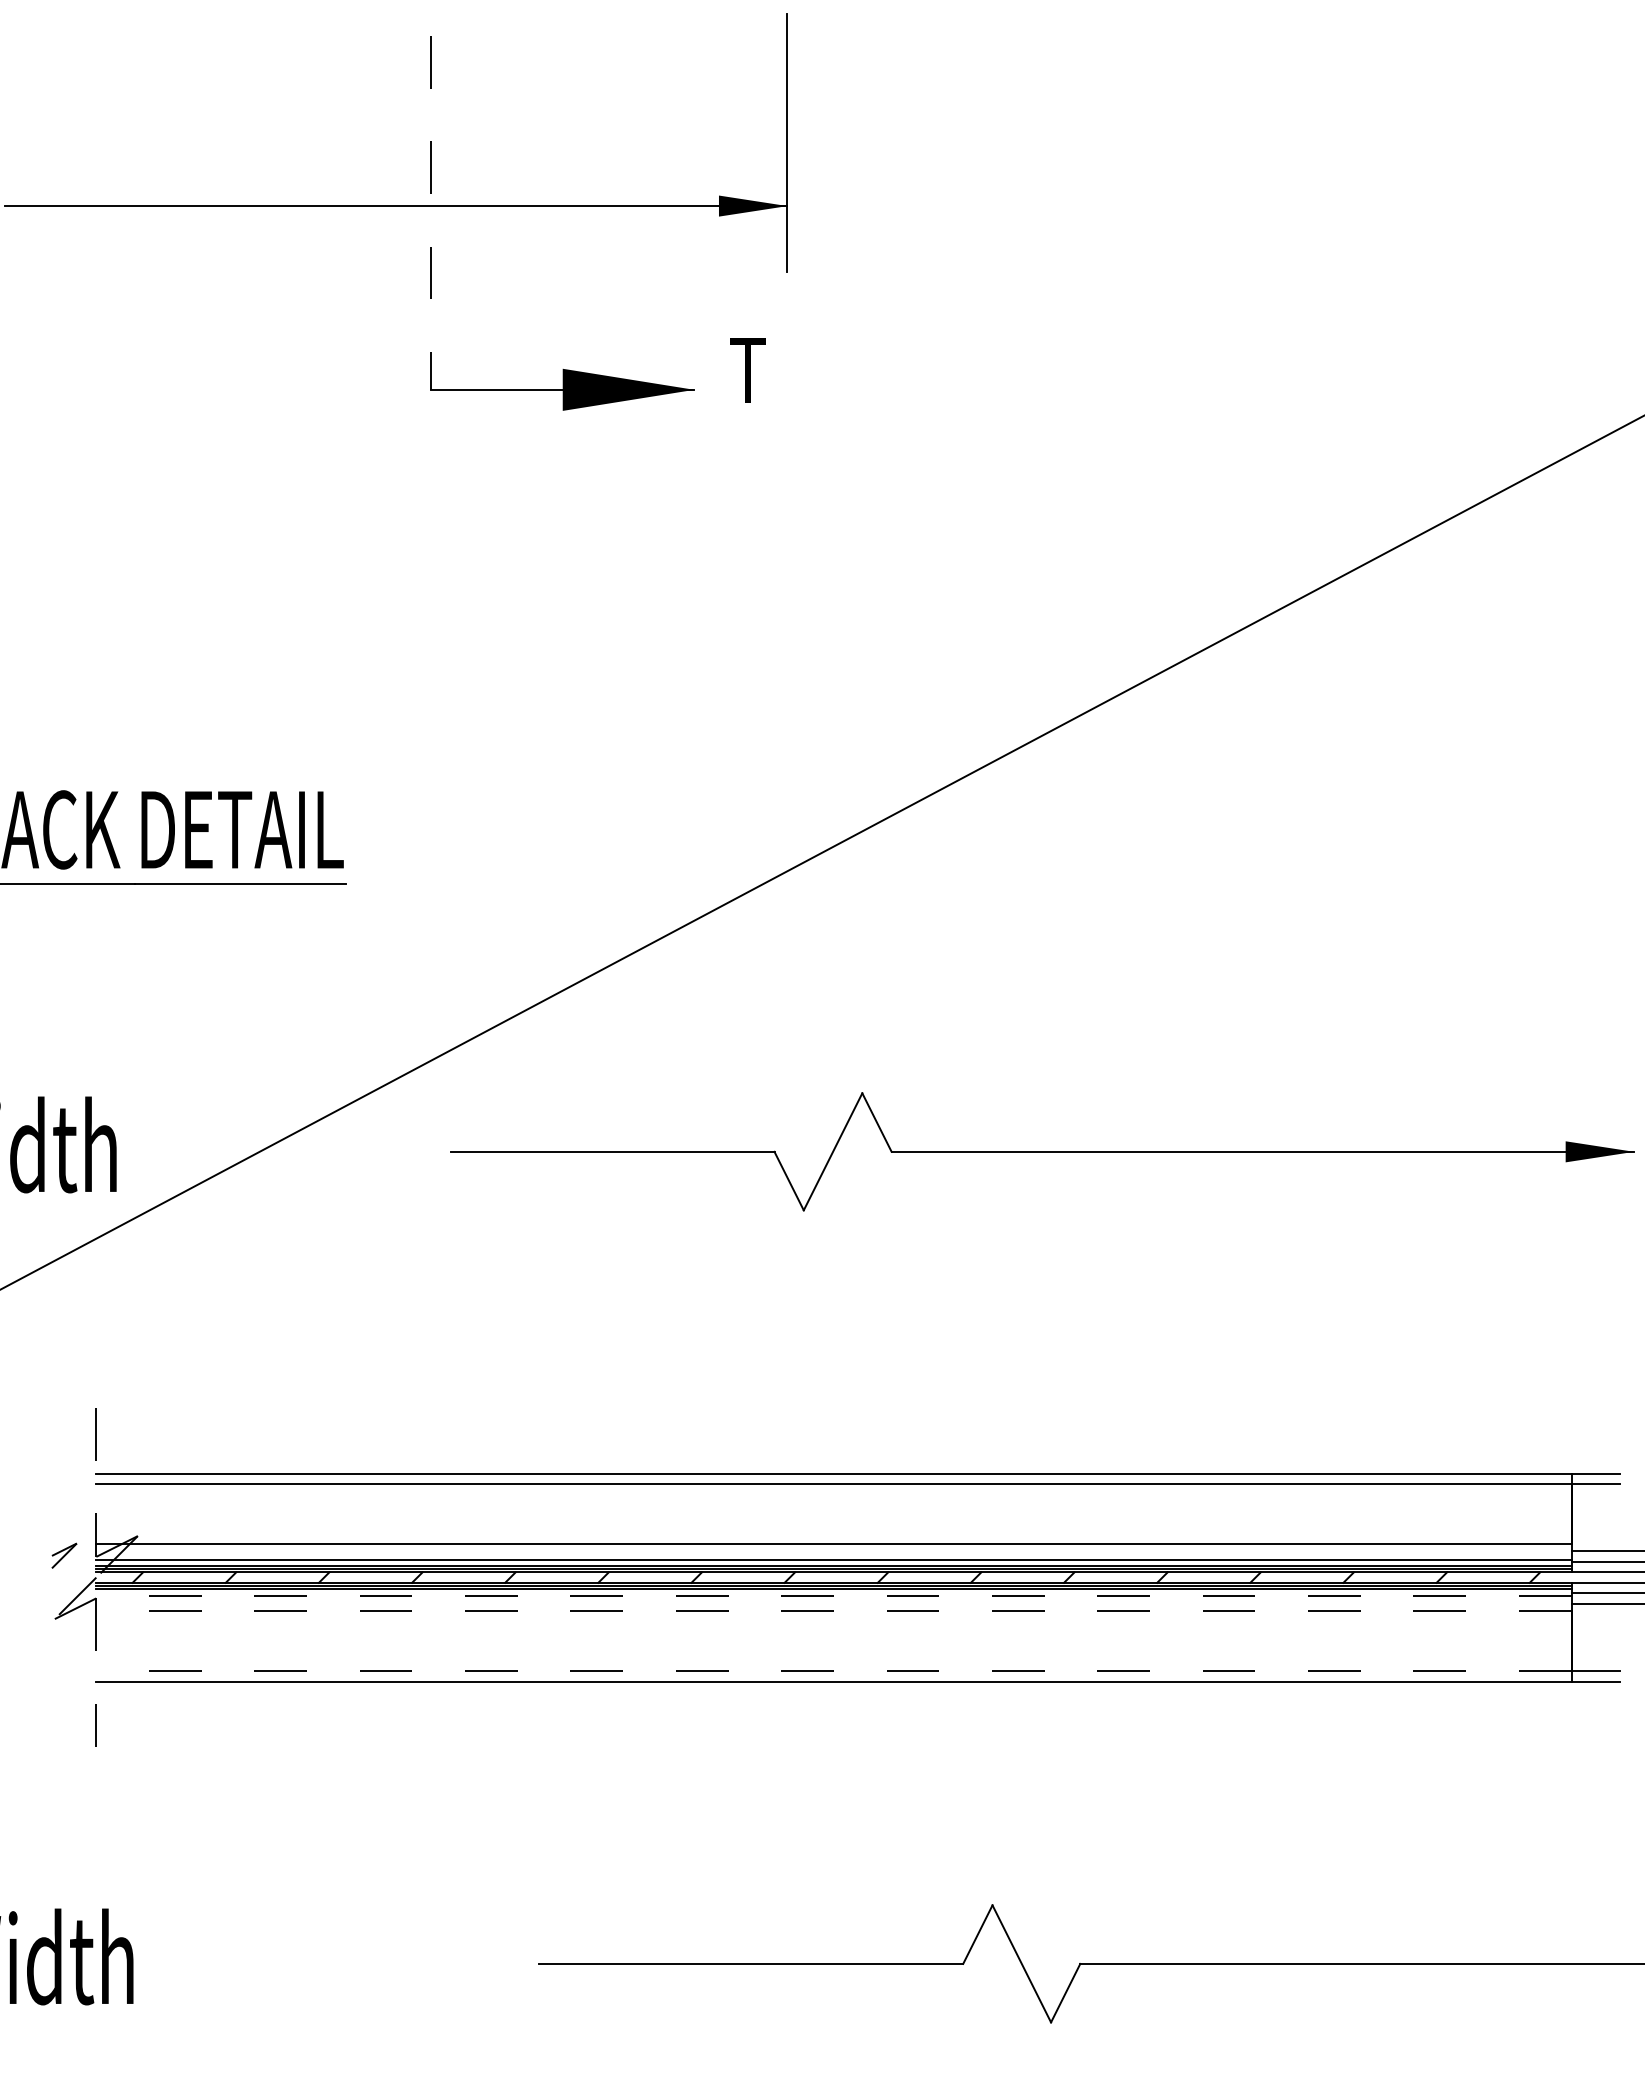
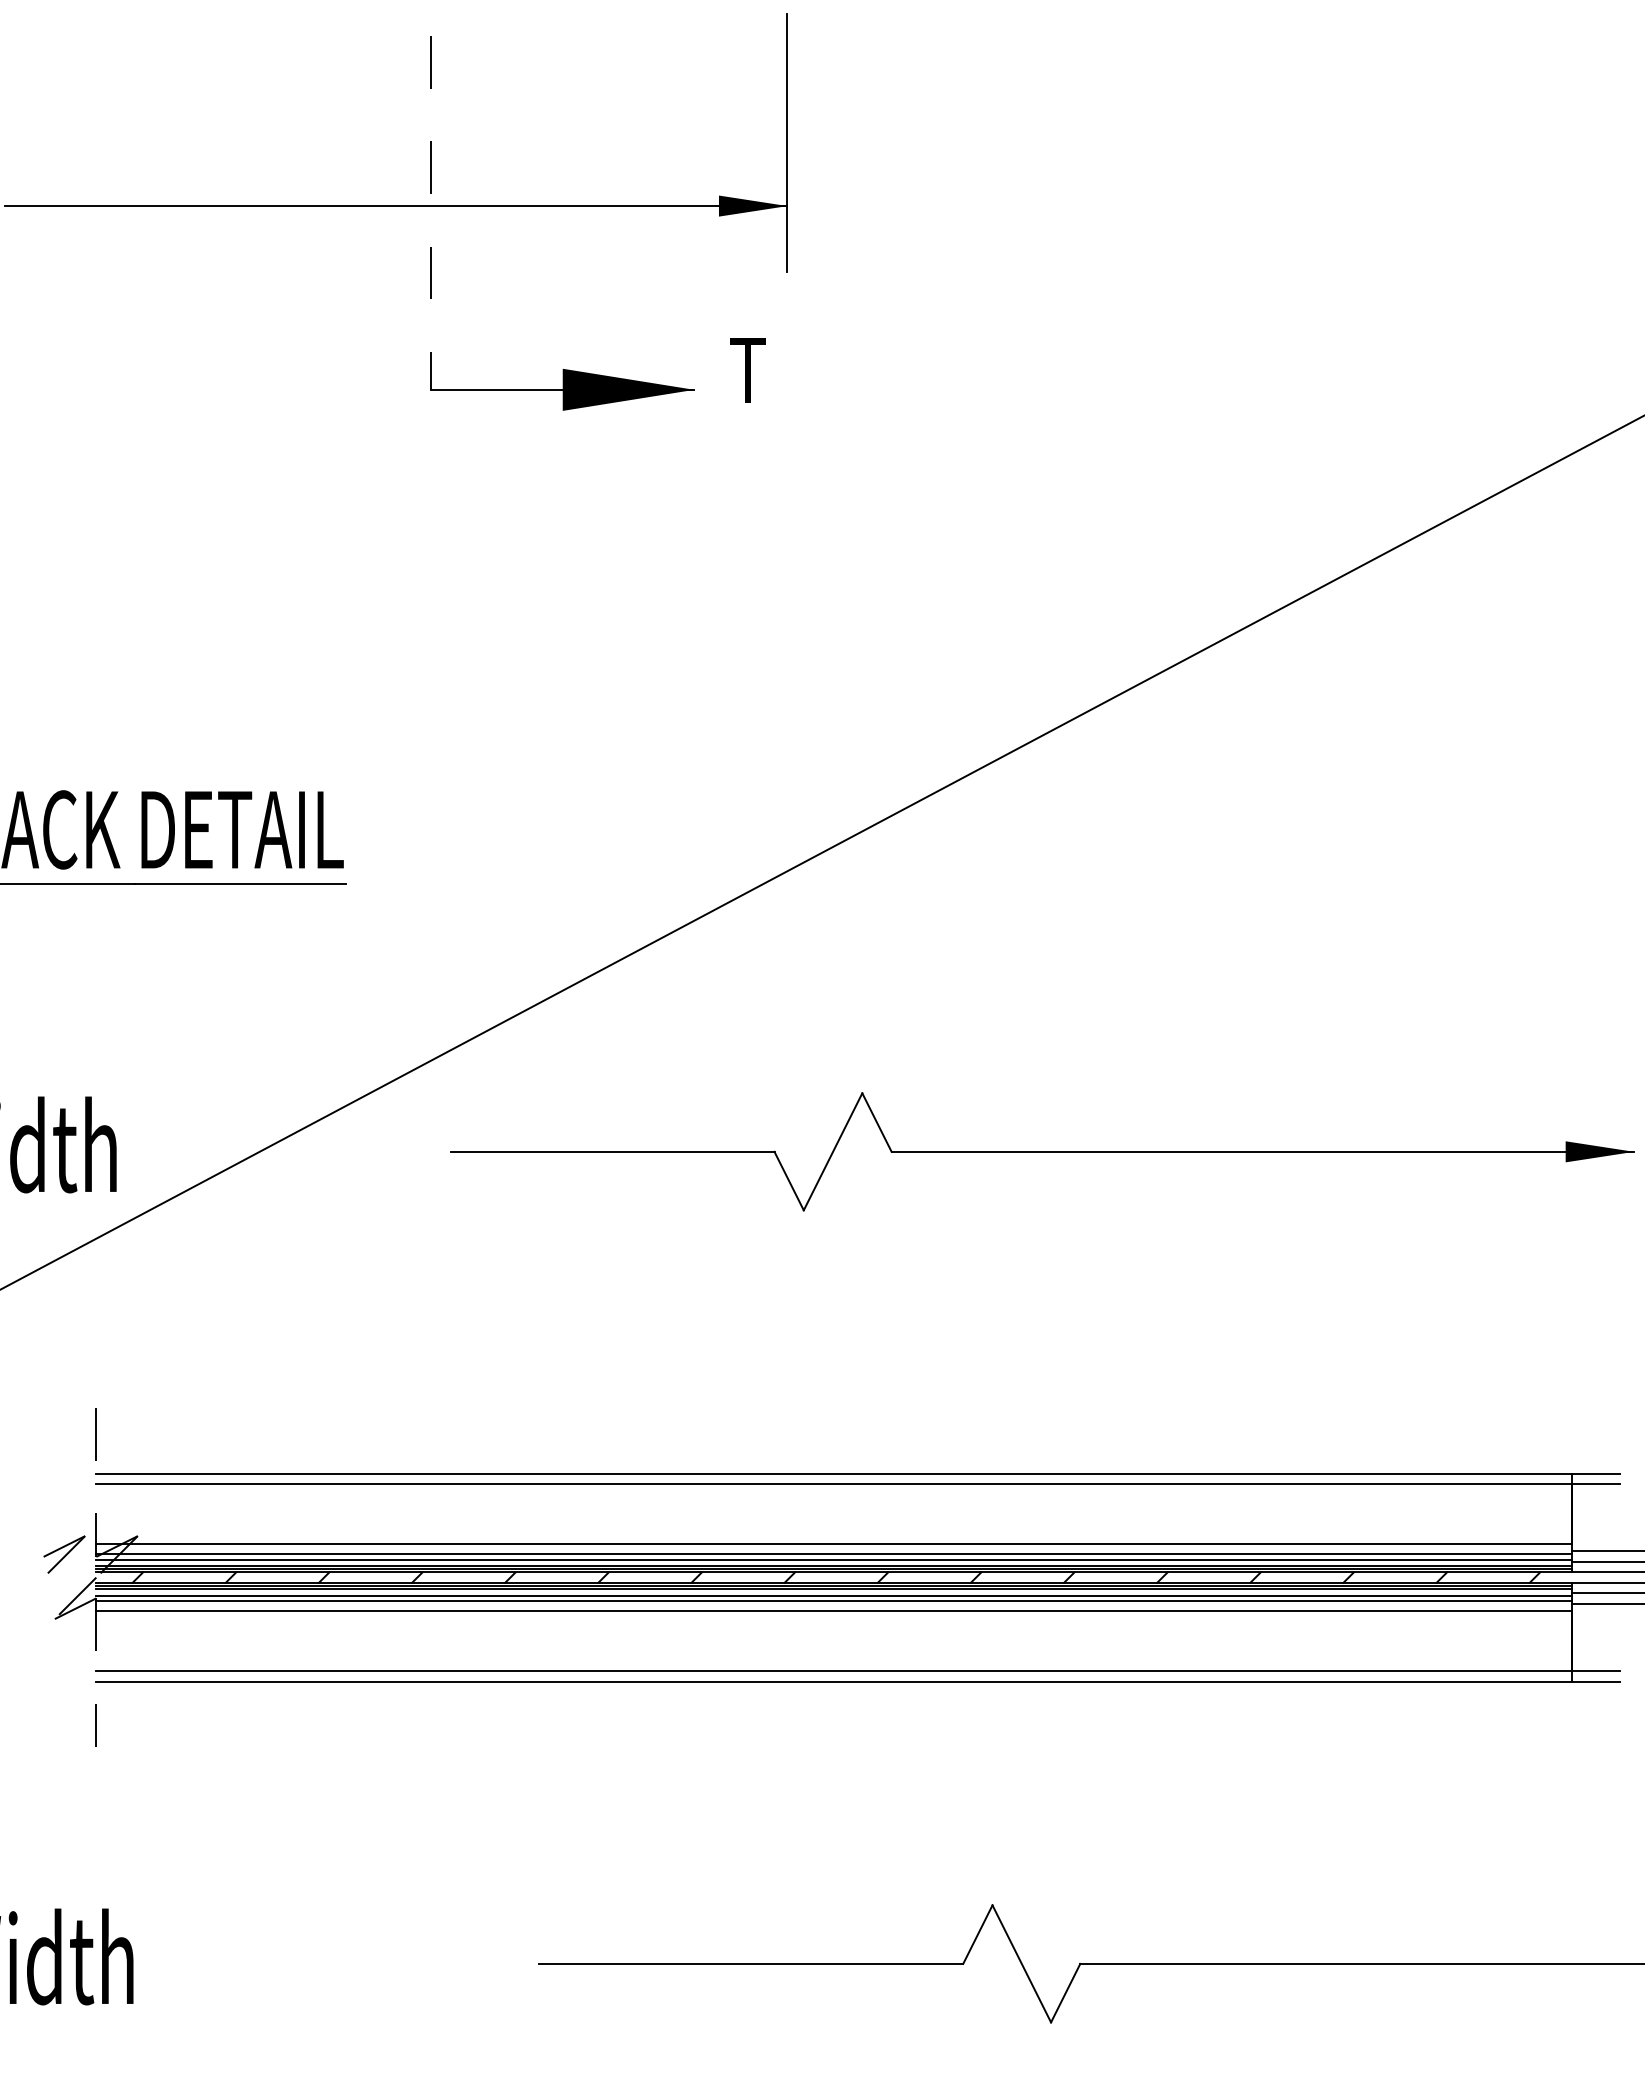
line at (833, 1554): none -> present
part at (64, 1555) size: 27x27 px -> 43x39 px
line at (833, 1595): dashed -> solid
line at (833, 1600): none -> present
line at (833, 1611): dashed -> solid
line at (833, 1670): dashed -> solid
